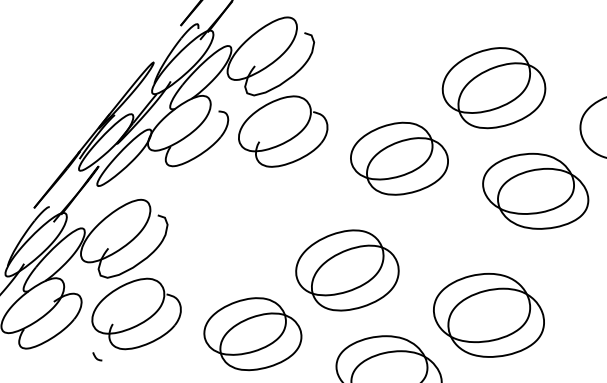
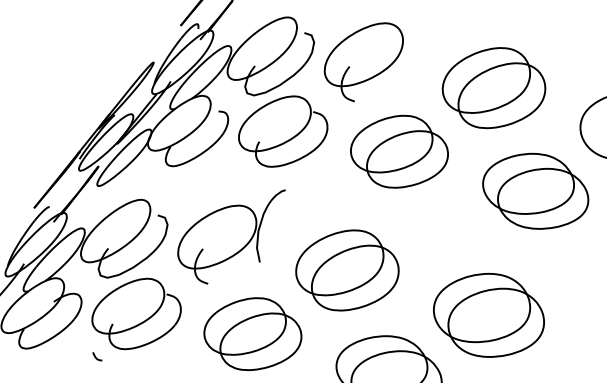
part at (363, 62): none -> present
part at (399, 158) position: (399, 158) -> (399, 151)
part at (231, 236): none -> present
